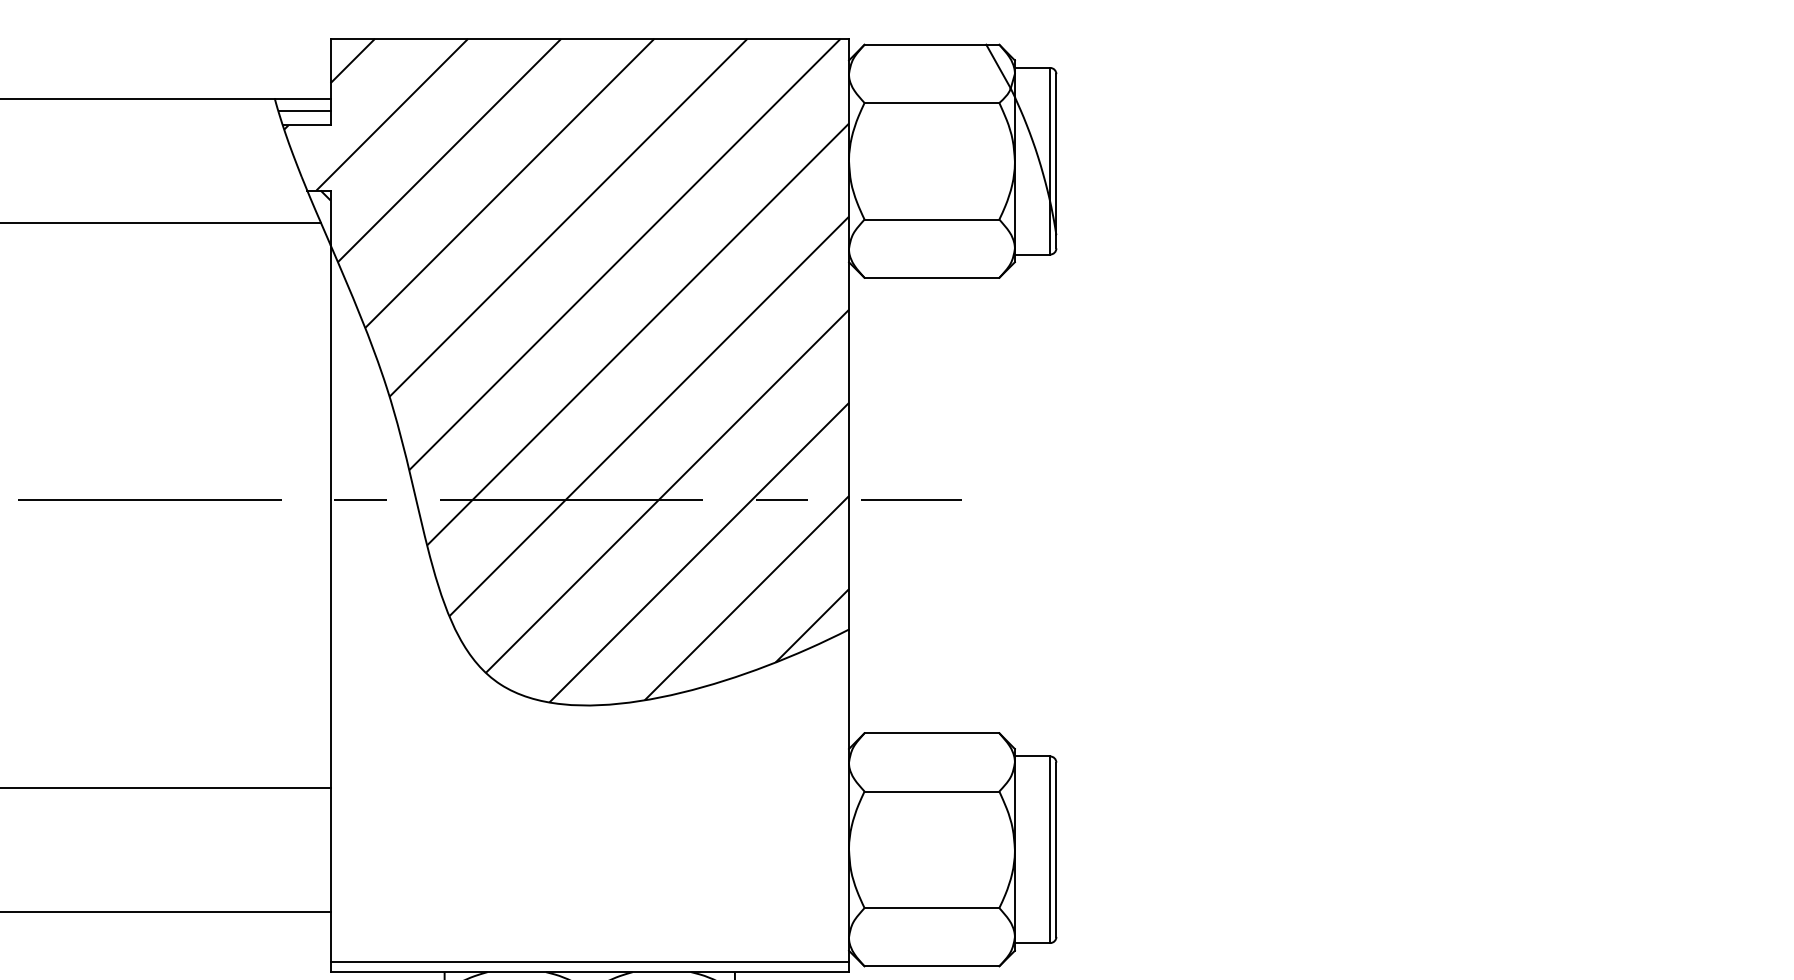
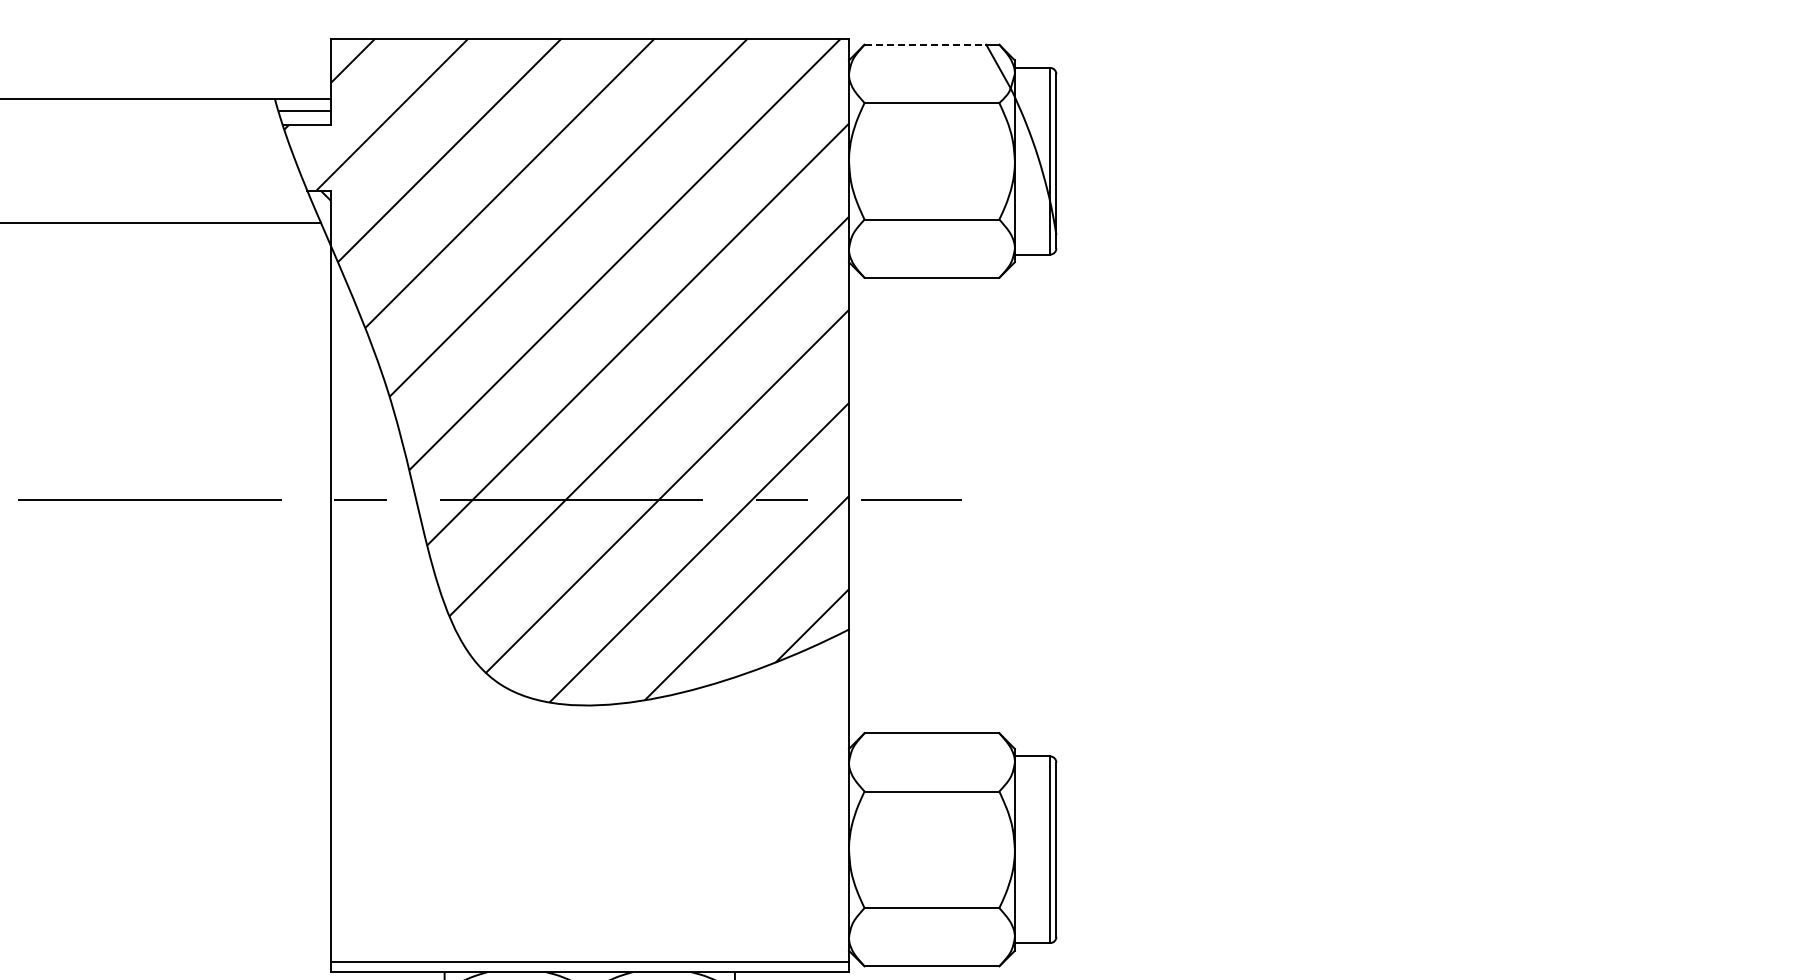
line at (925, 44): solid -> dashed
line at (166, 787): present -> none
line at (166, 911): present -> none
